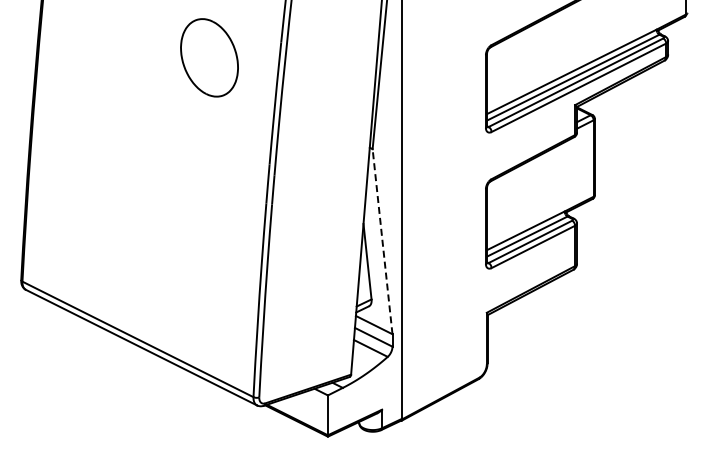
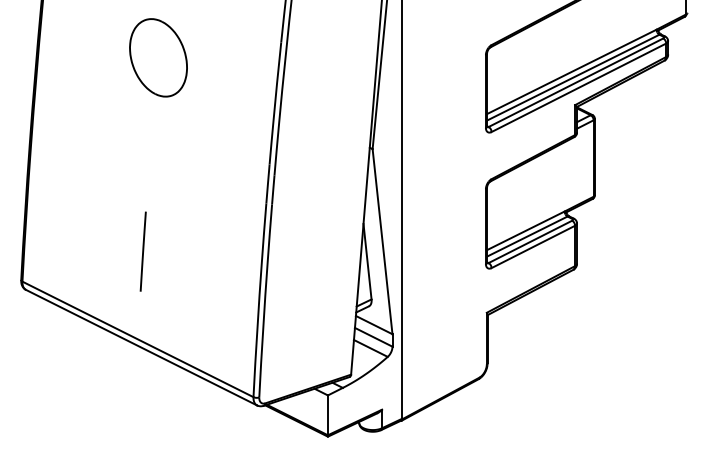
part at (209, 57) position: (209, 57) -> (158, 57)
line at (382, 241): dashed -> solid
line at (142, 251): none -> present
